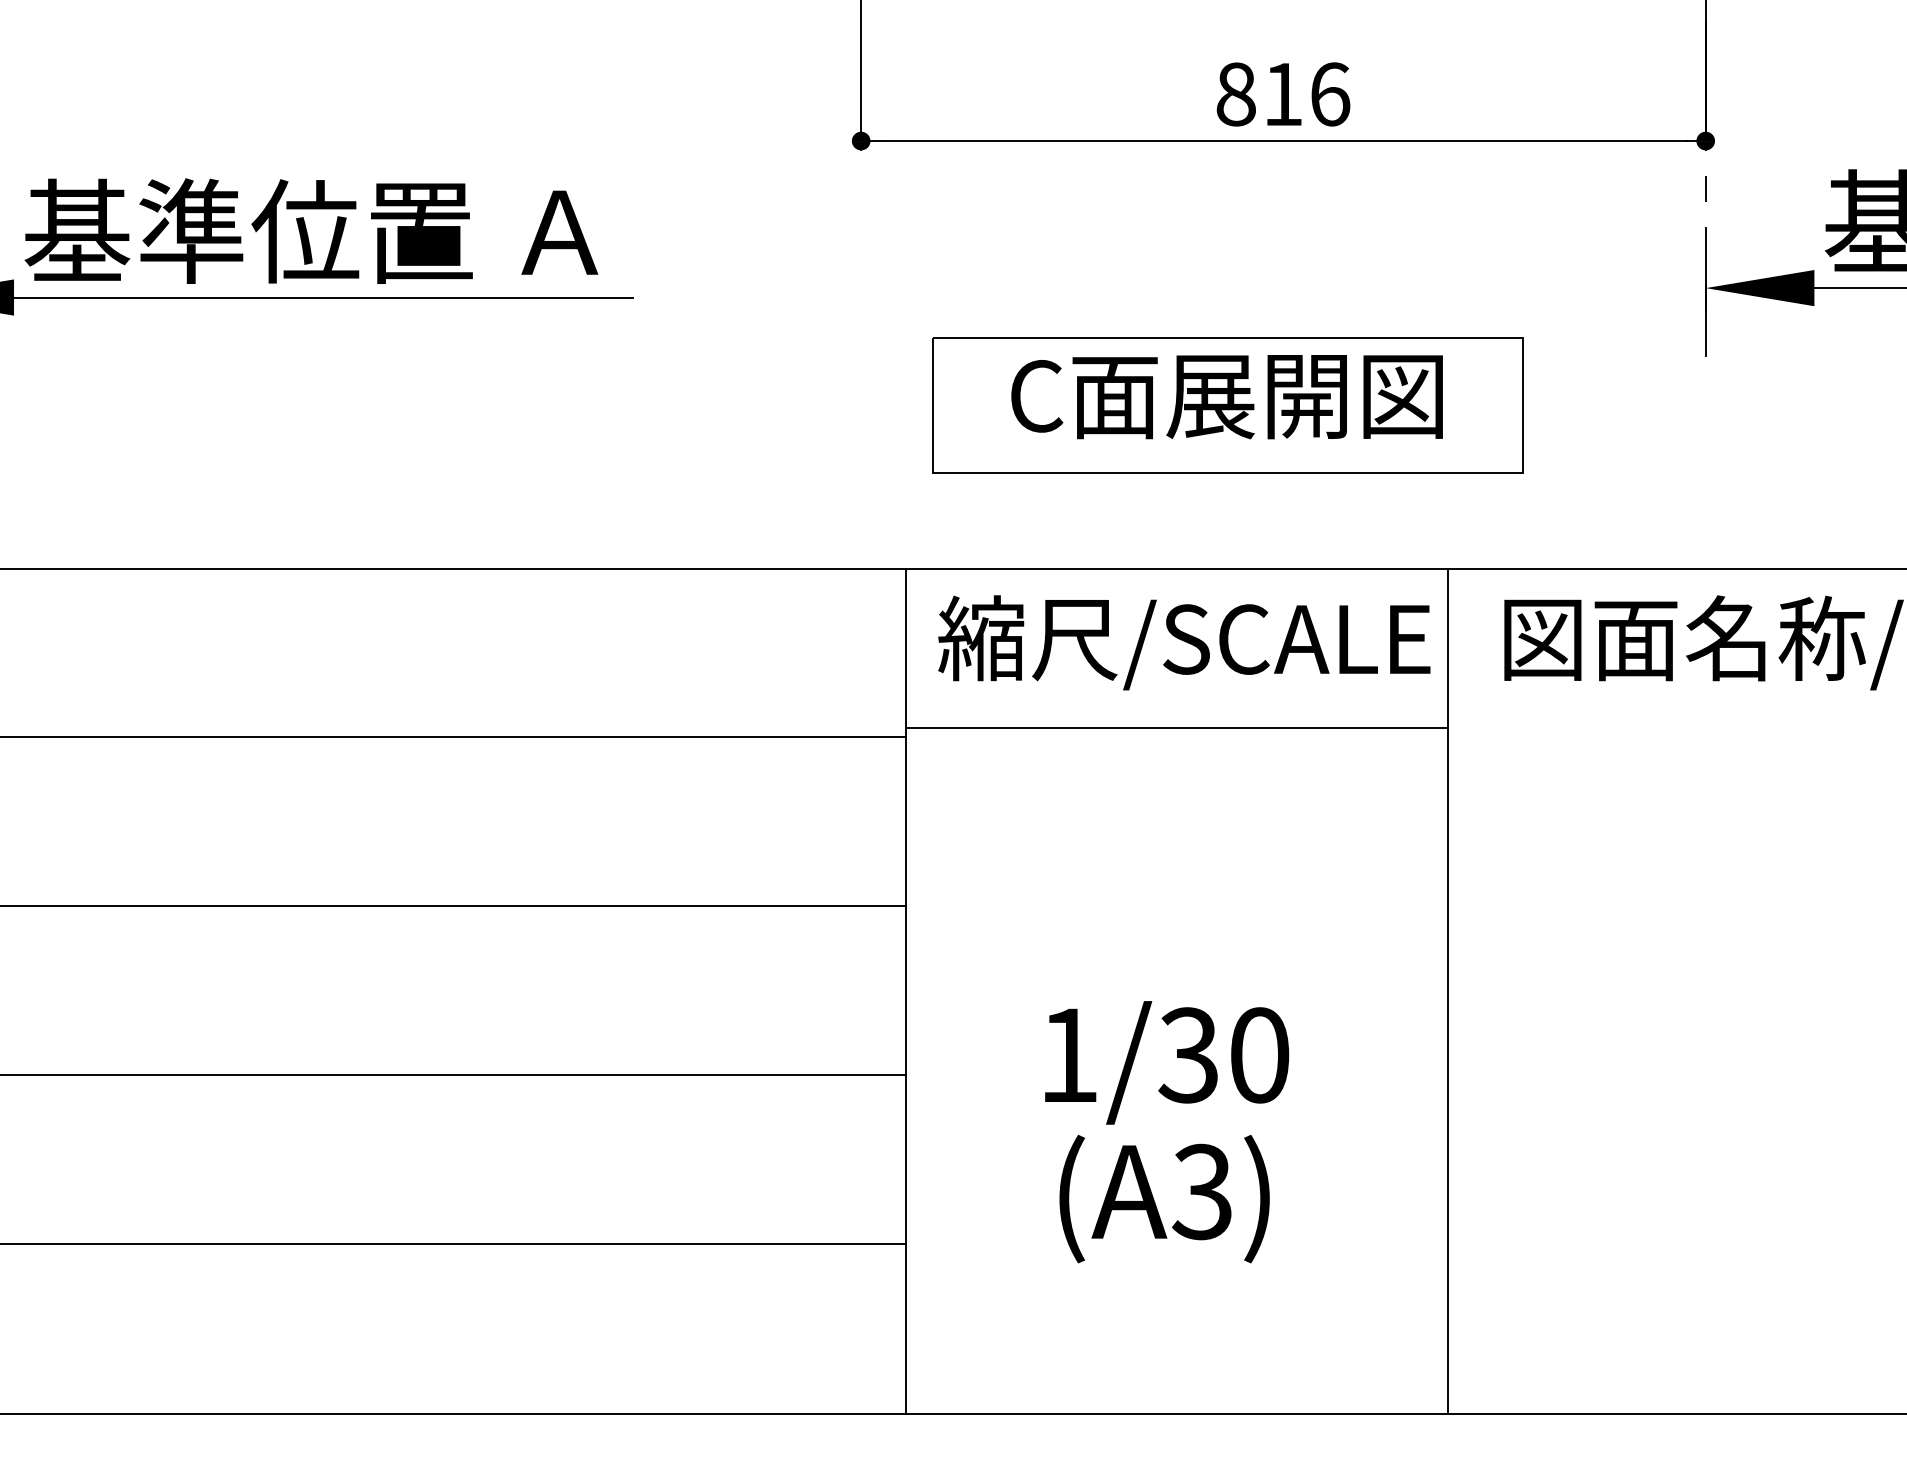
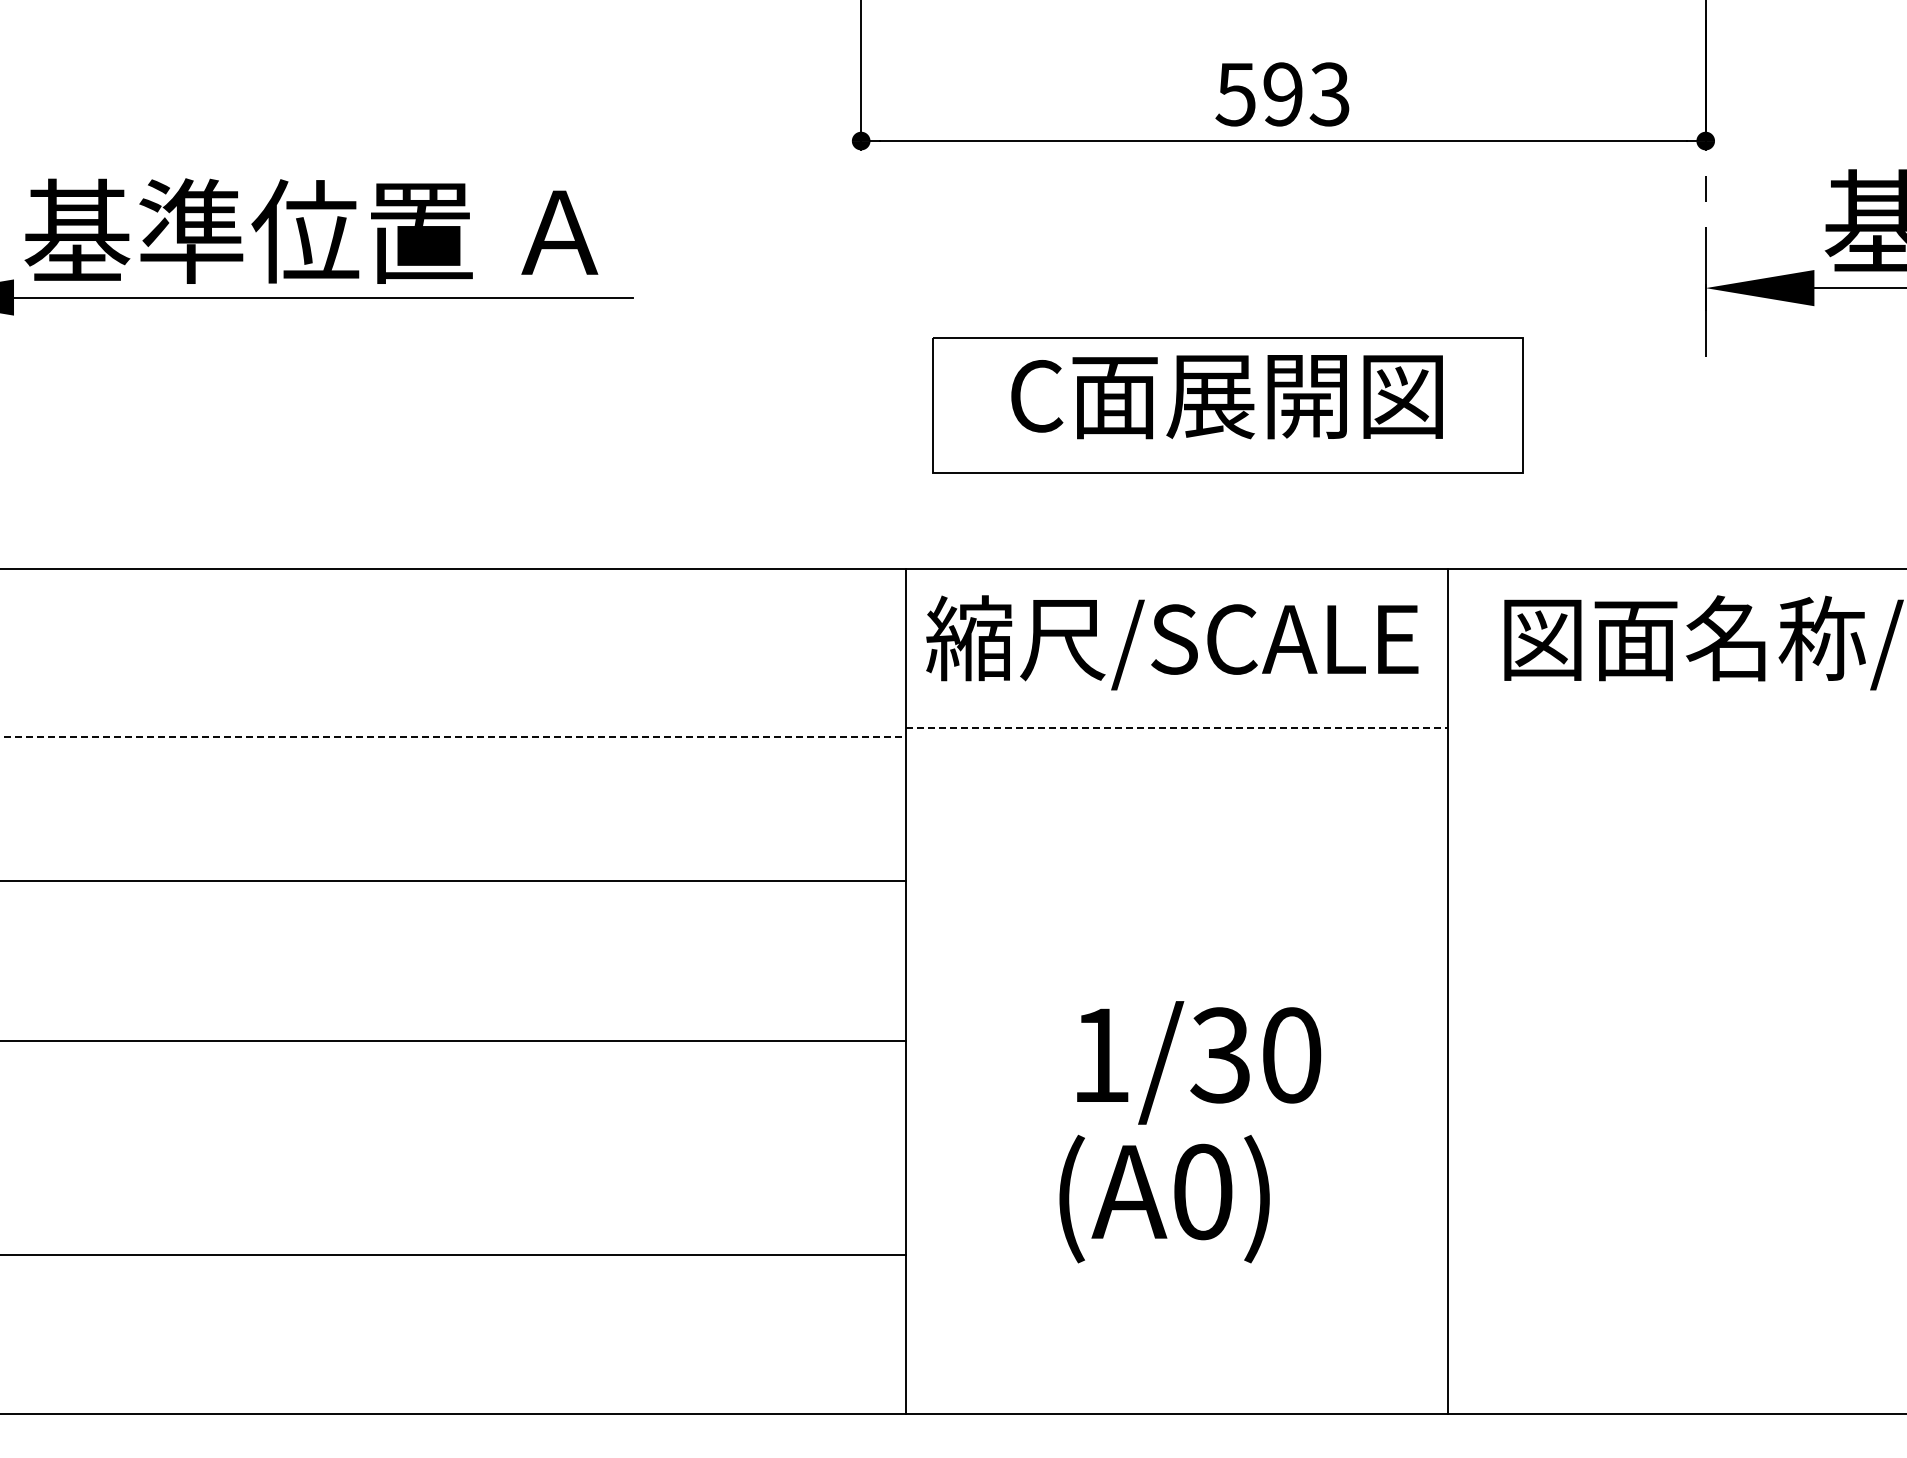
text at (1282, 94): 816 -> 593
text at (1184, 642) position: (1184, 642) -> (1172, 642)
line at (1177, 728): solid -> dashed
line at (453, 737): solid -> dashed
line at (453, 905) position: (453, 905) -> (453, 880)
text at (1167, 1062) position: (1167, 1062) -> (1199, 1062)
line at (453, 1074) position: (453, 1074) -> (453, 1040)
text at (1202, 1191): (A3) -> (A0)
line at (453, 1244) position: (453, 1244) -> (453, 1255)
